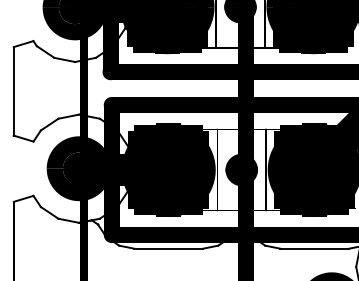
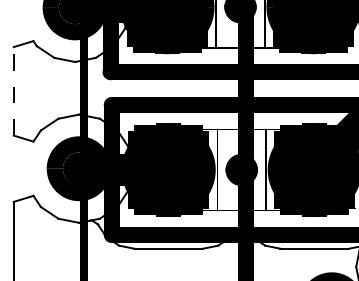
line at (13, 90): solid -> dashed
